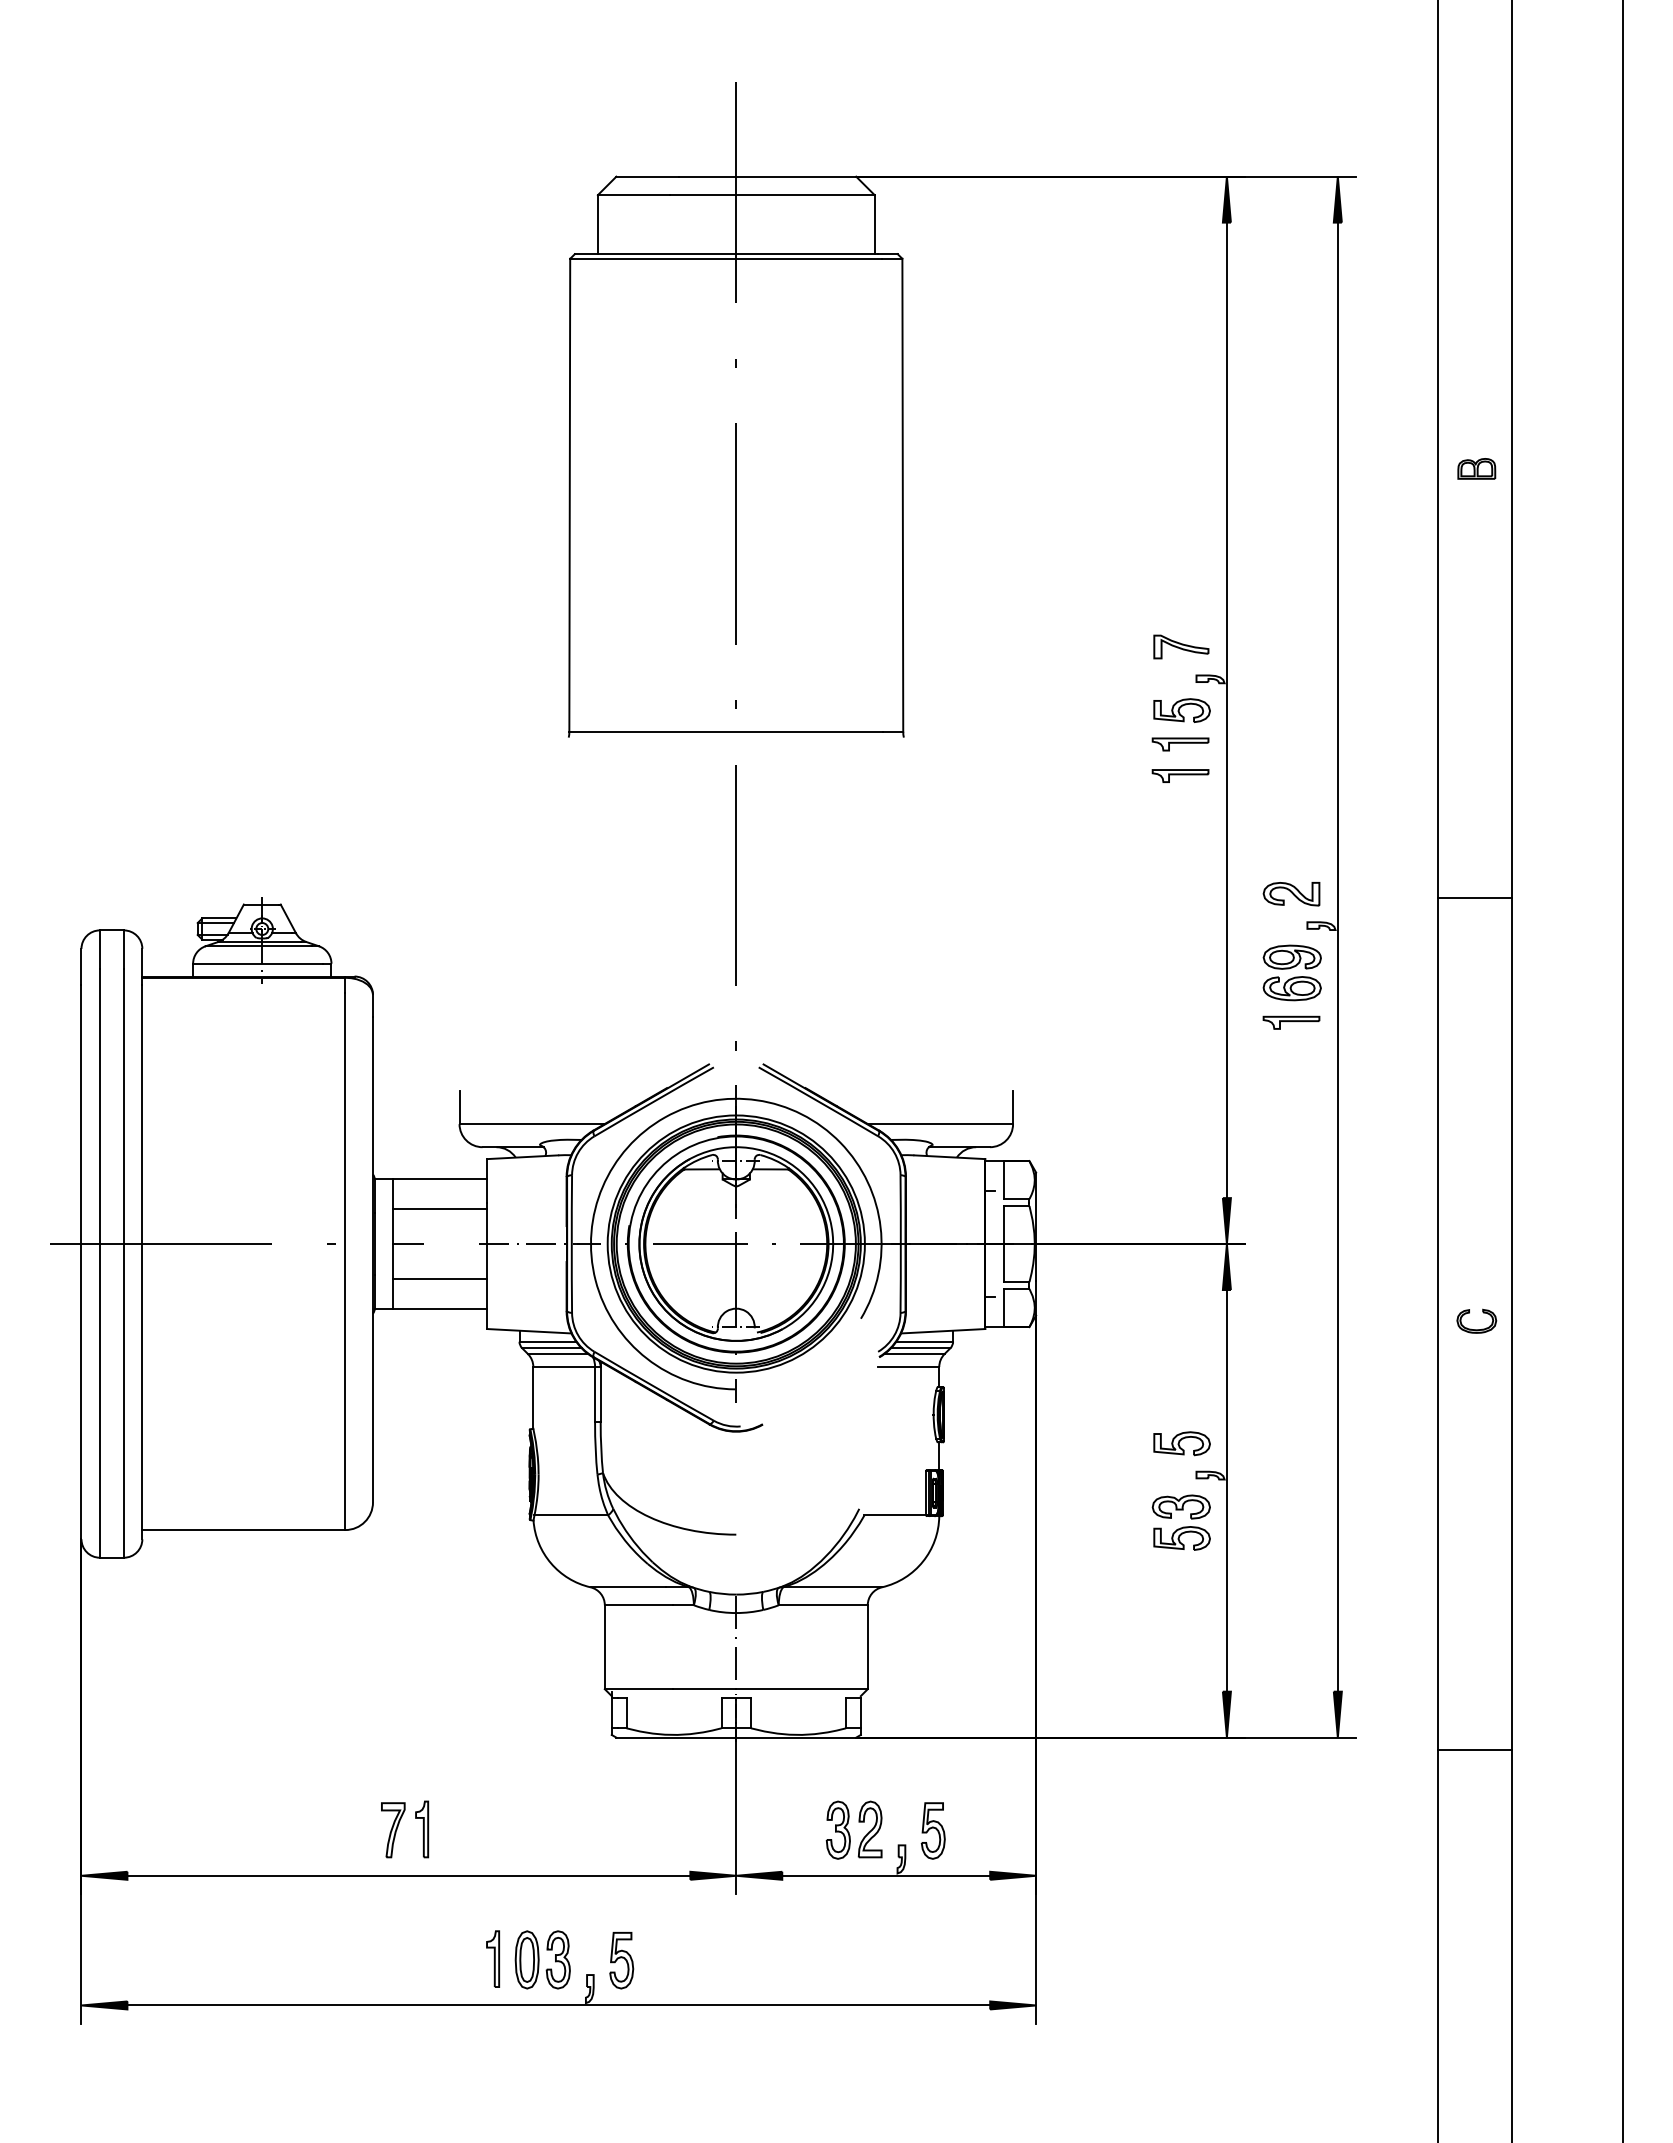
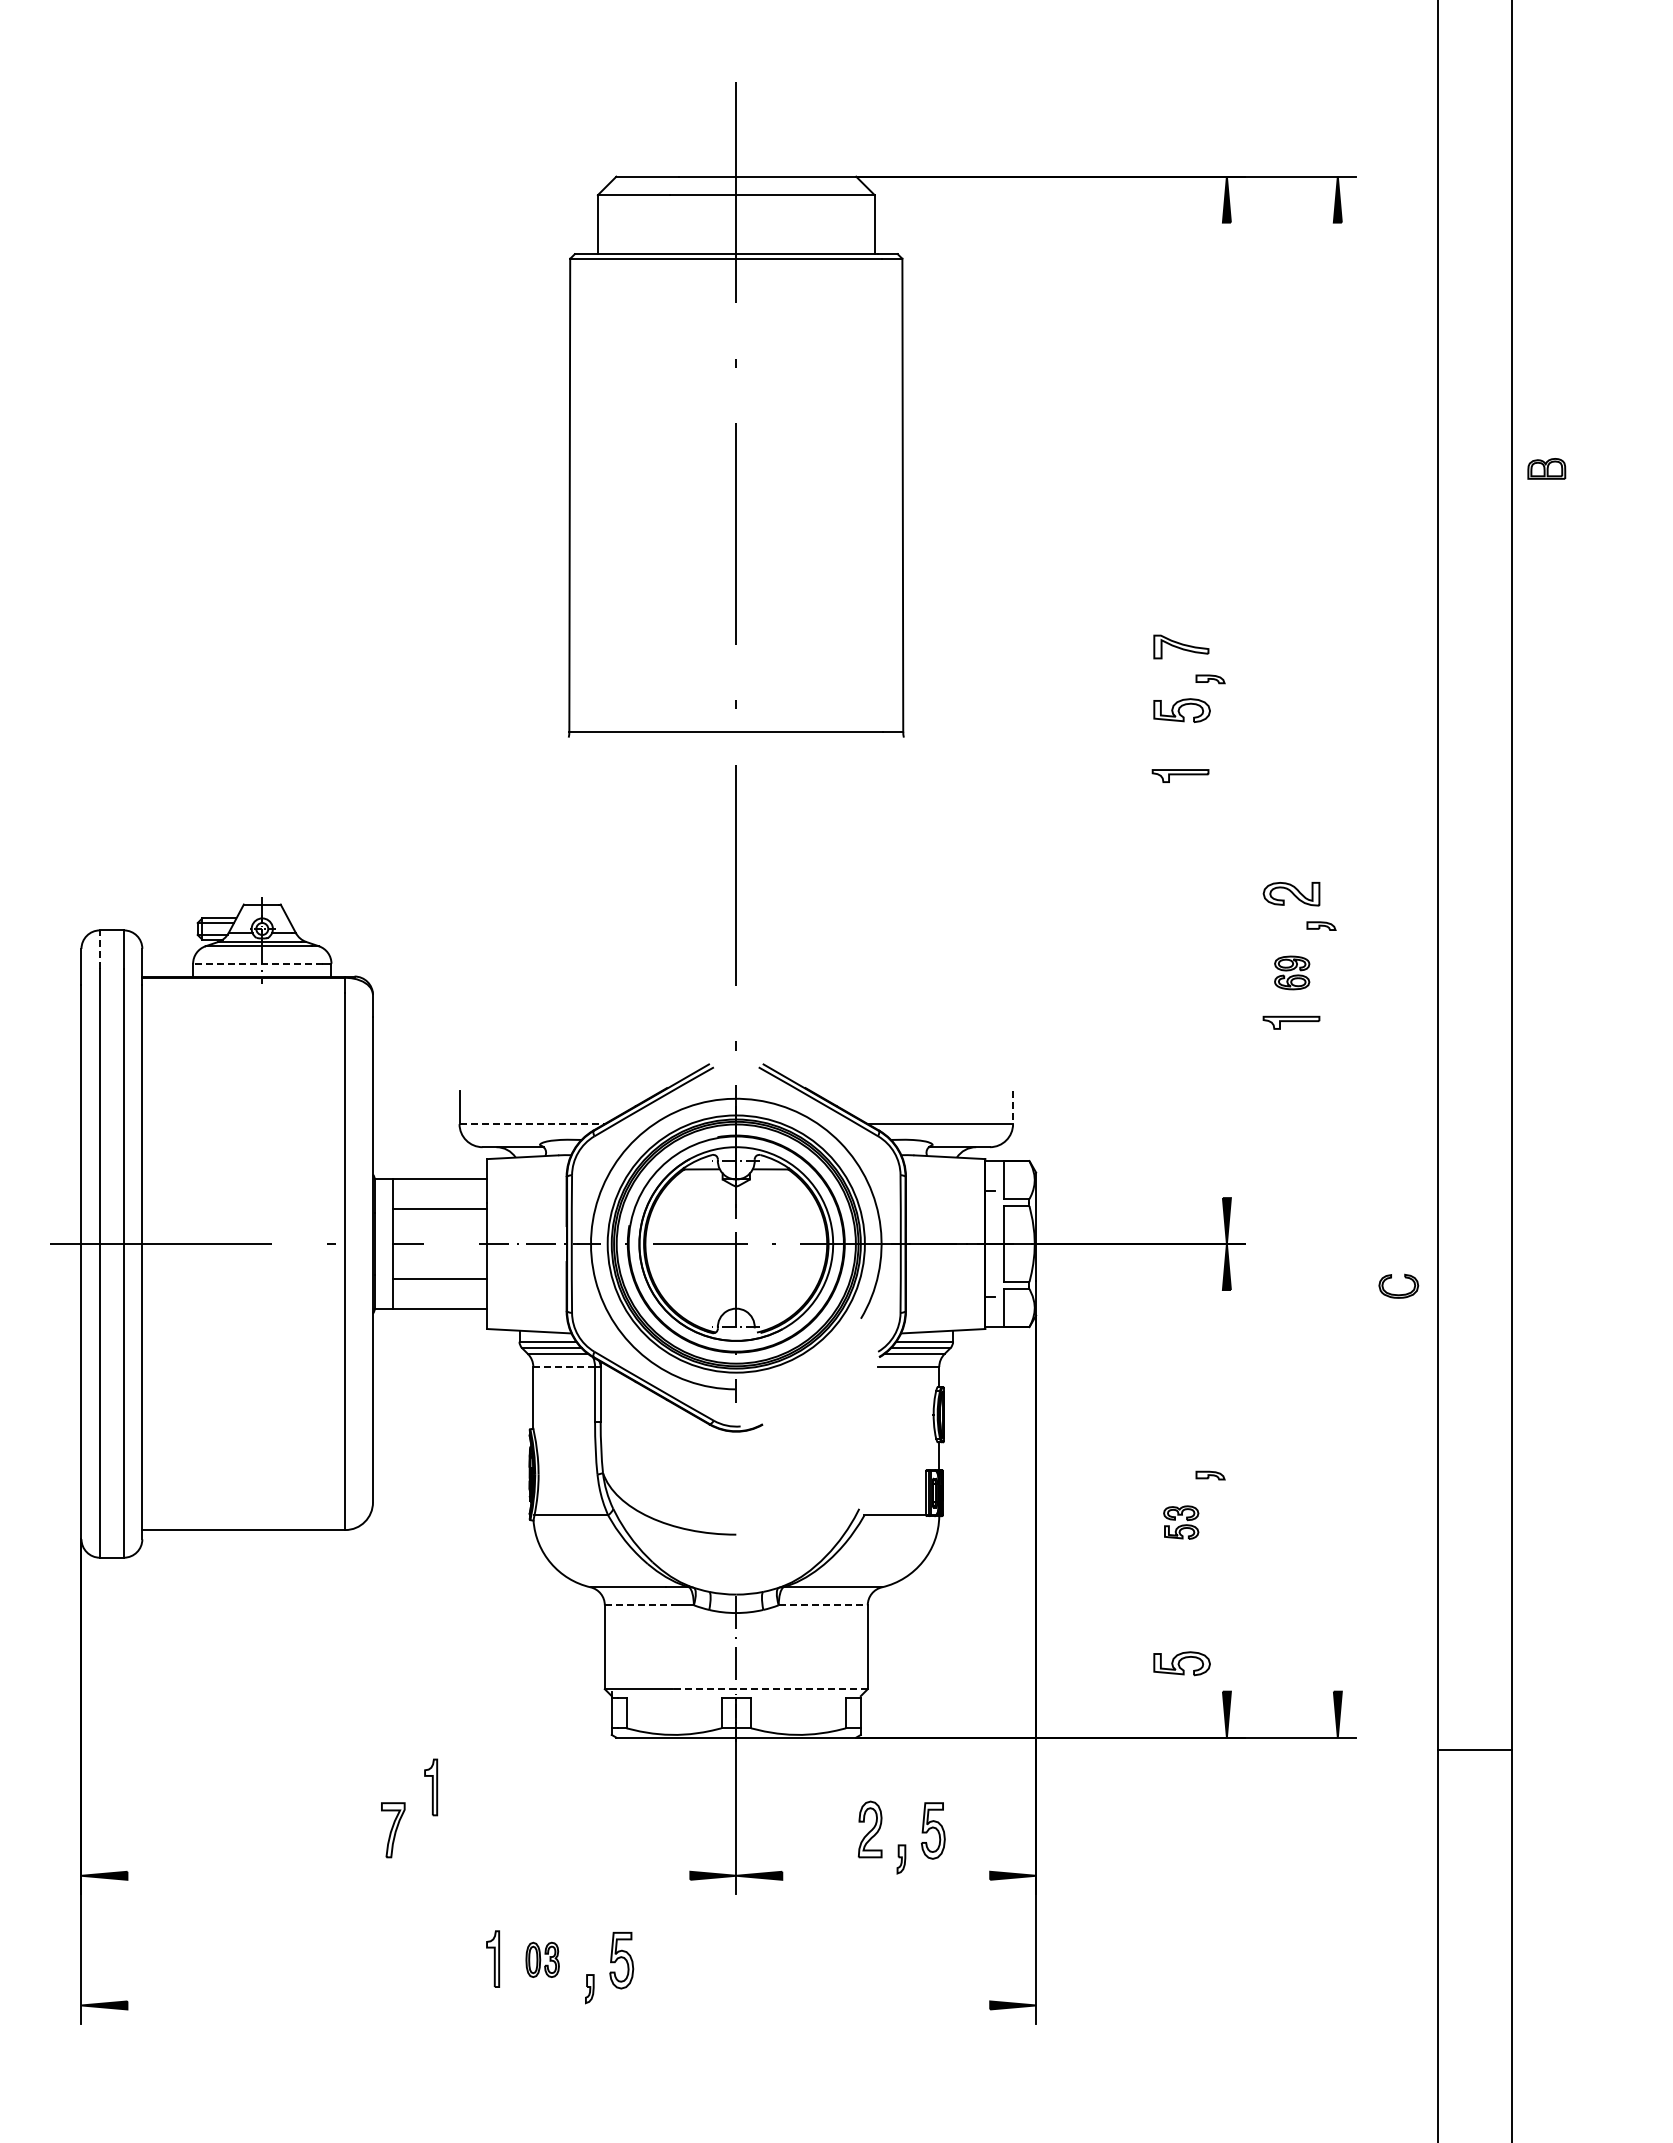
part at (1476, 468) position: (1476, 468) -> (1546, 468)
line at (1226, 710): present -> none
part at (1180, 744): present -> none
line at (1474, 898): present -> none
line at (99, 949): solid -> dashed
line at (1337, 956): present -> none
line at (258, 963): solid -> dashed
part at (1291, 972) size: 60x58 px -> 37x36 px
line at (1622, 1070): present -> none
line at (1013, 1107): solid -> dashed
line at (532, 1124): solid -> dashed
part at (1476, 1329) position: (1476, 1329) -> (1398, 1294)
line at (564, 1367): solid -> dashed
part at (1181, 1443) position: (1181, 1443) -> (1181, 1663)
line at (1226, 1490): present -> none
part at (1180, 1522) size: 60x57 px -> 37x35 px
line at (639, 1605): solid -> dashed
line at (823, 1605): solid -> dashed
line at (770, 1689): solid -> dashed
part at (422, 1829) position: (422, 1829) -> (431, 1787)
part at (837, 1829): present -> none
line at (408, 1875): present -> none
line at (886, 1875): present -> none
part at (542, 1959) size: 57x60 px -> 35x37 px
line at (558, 2005): present -> none
